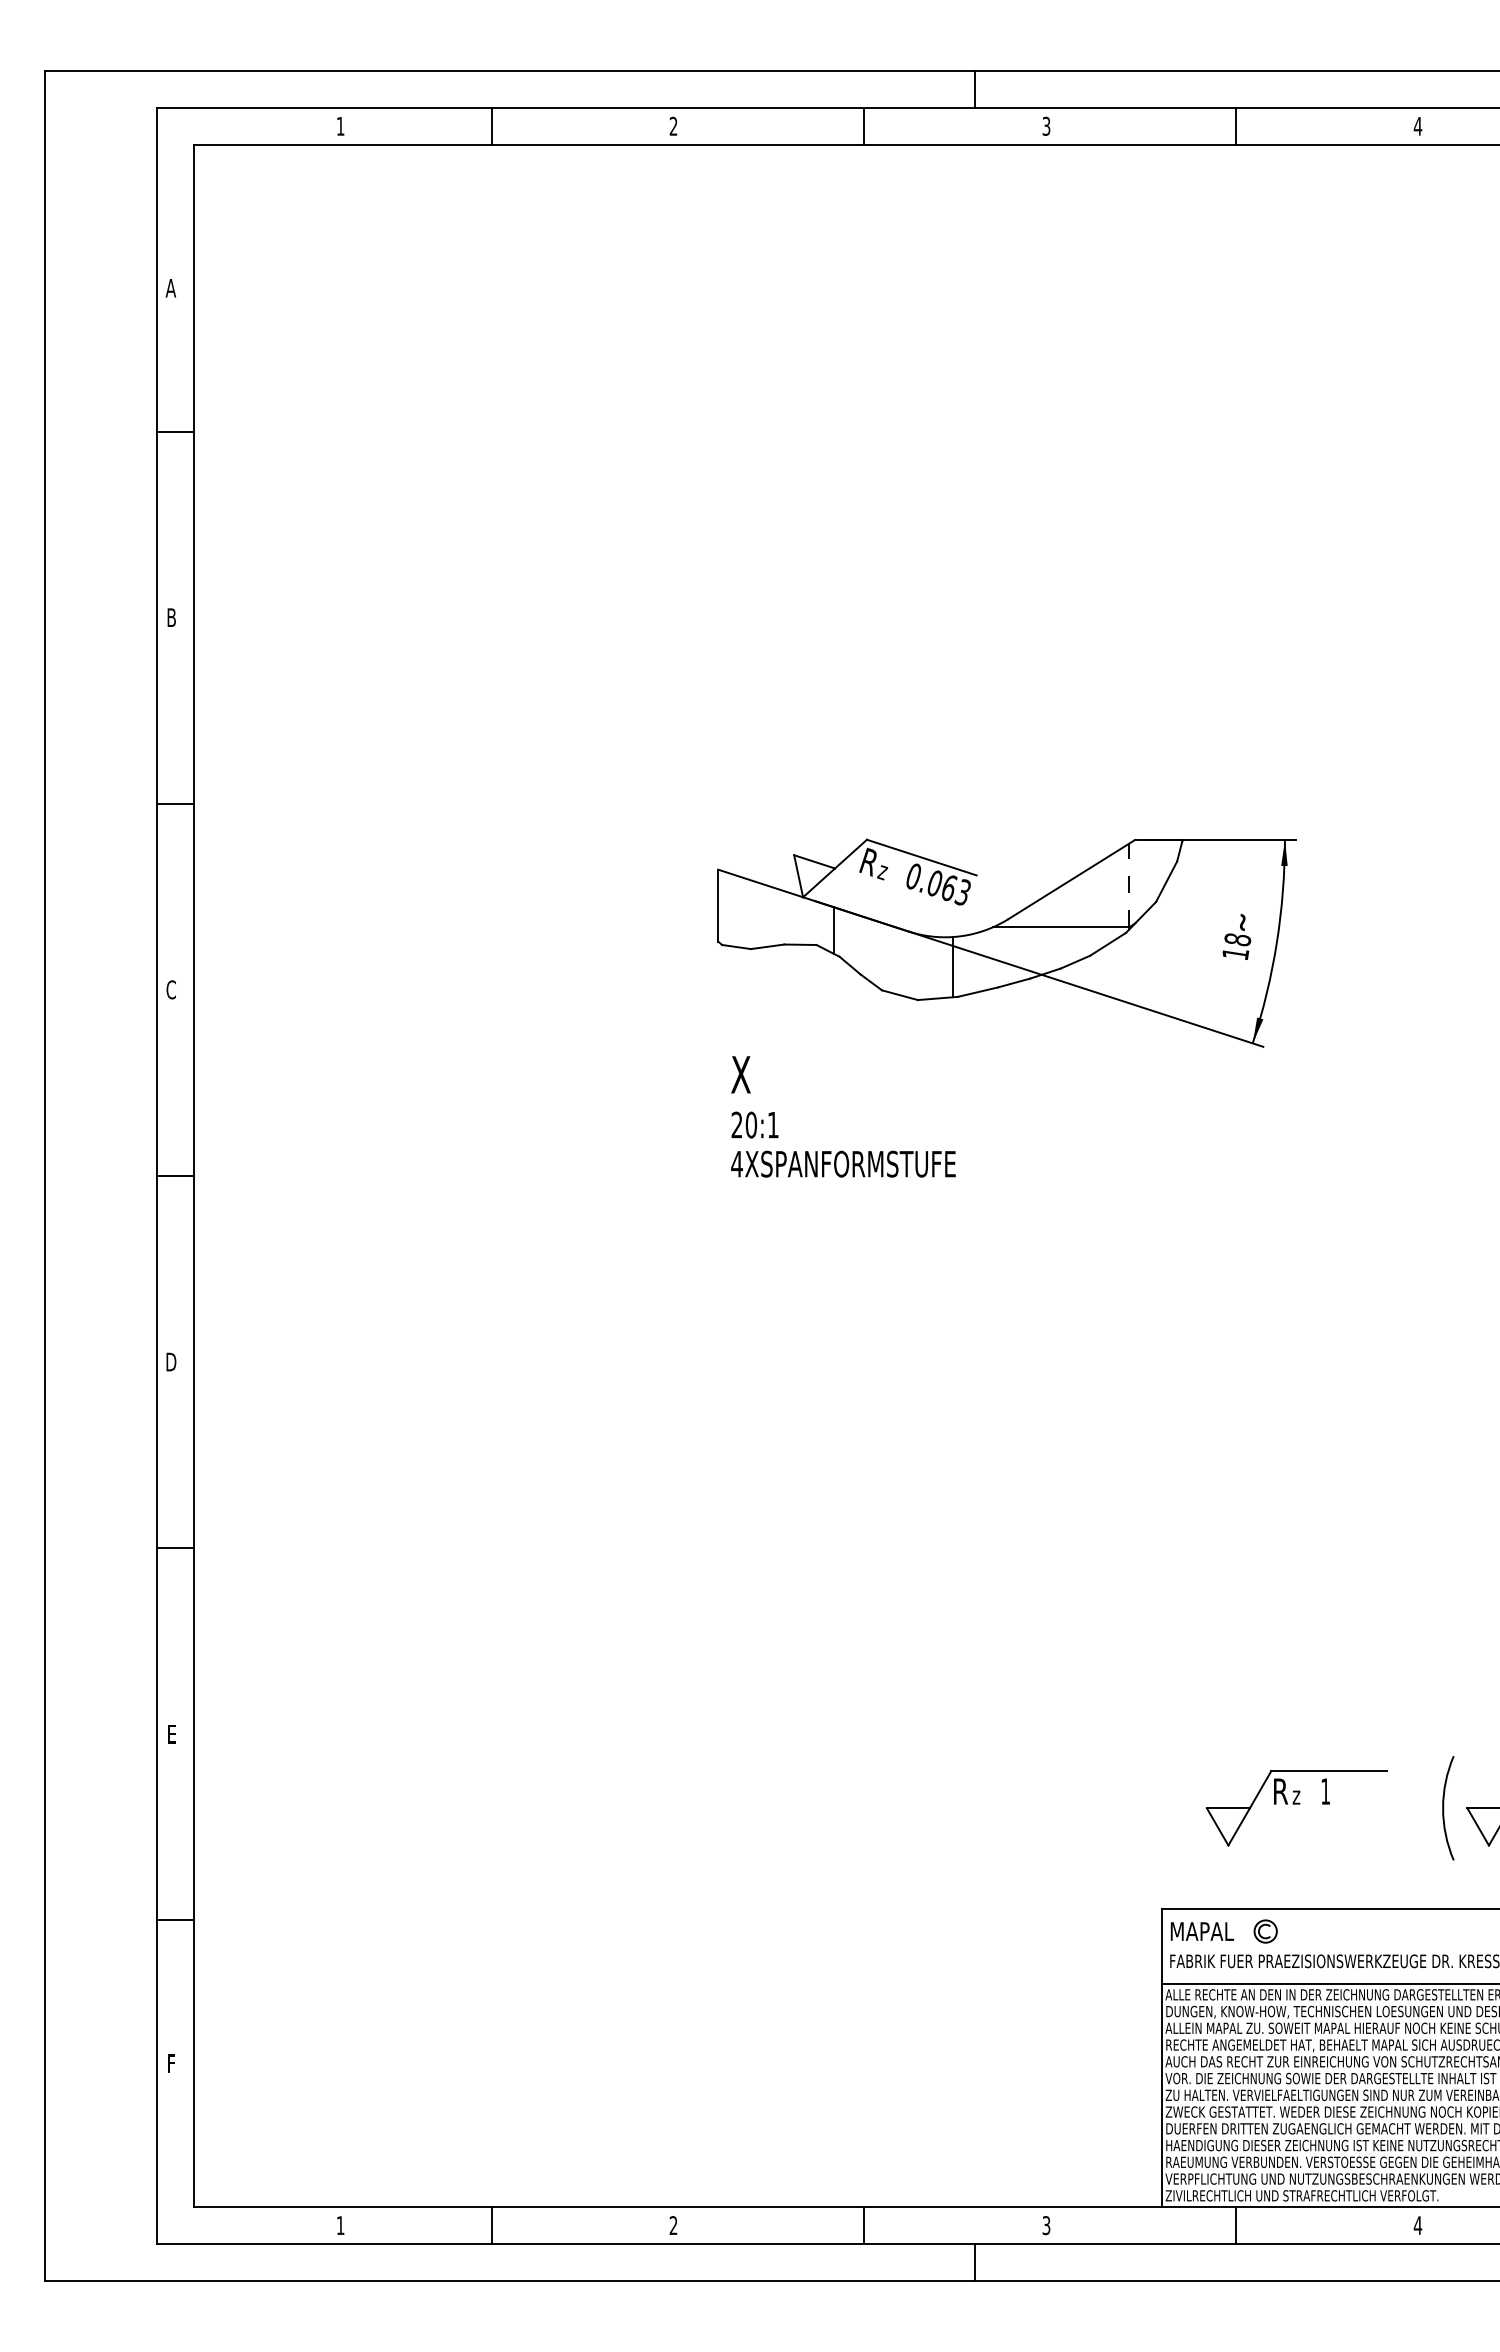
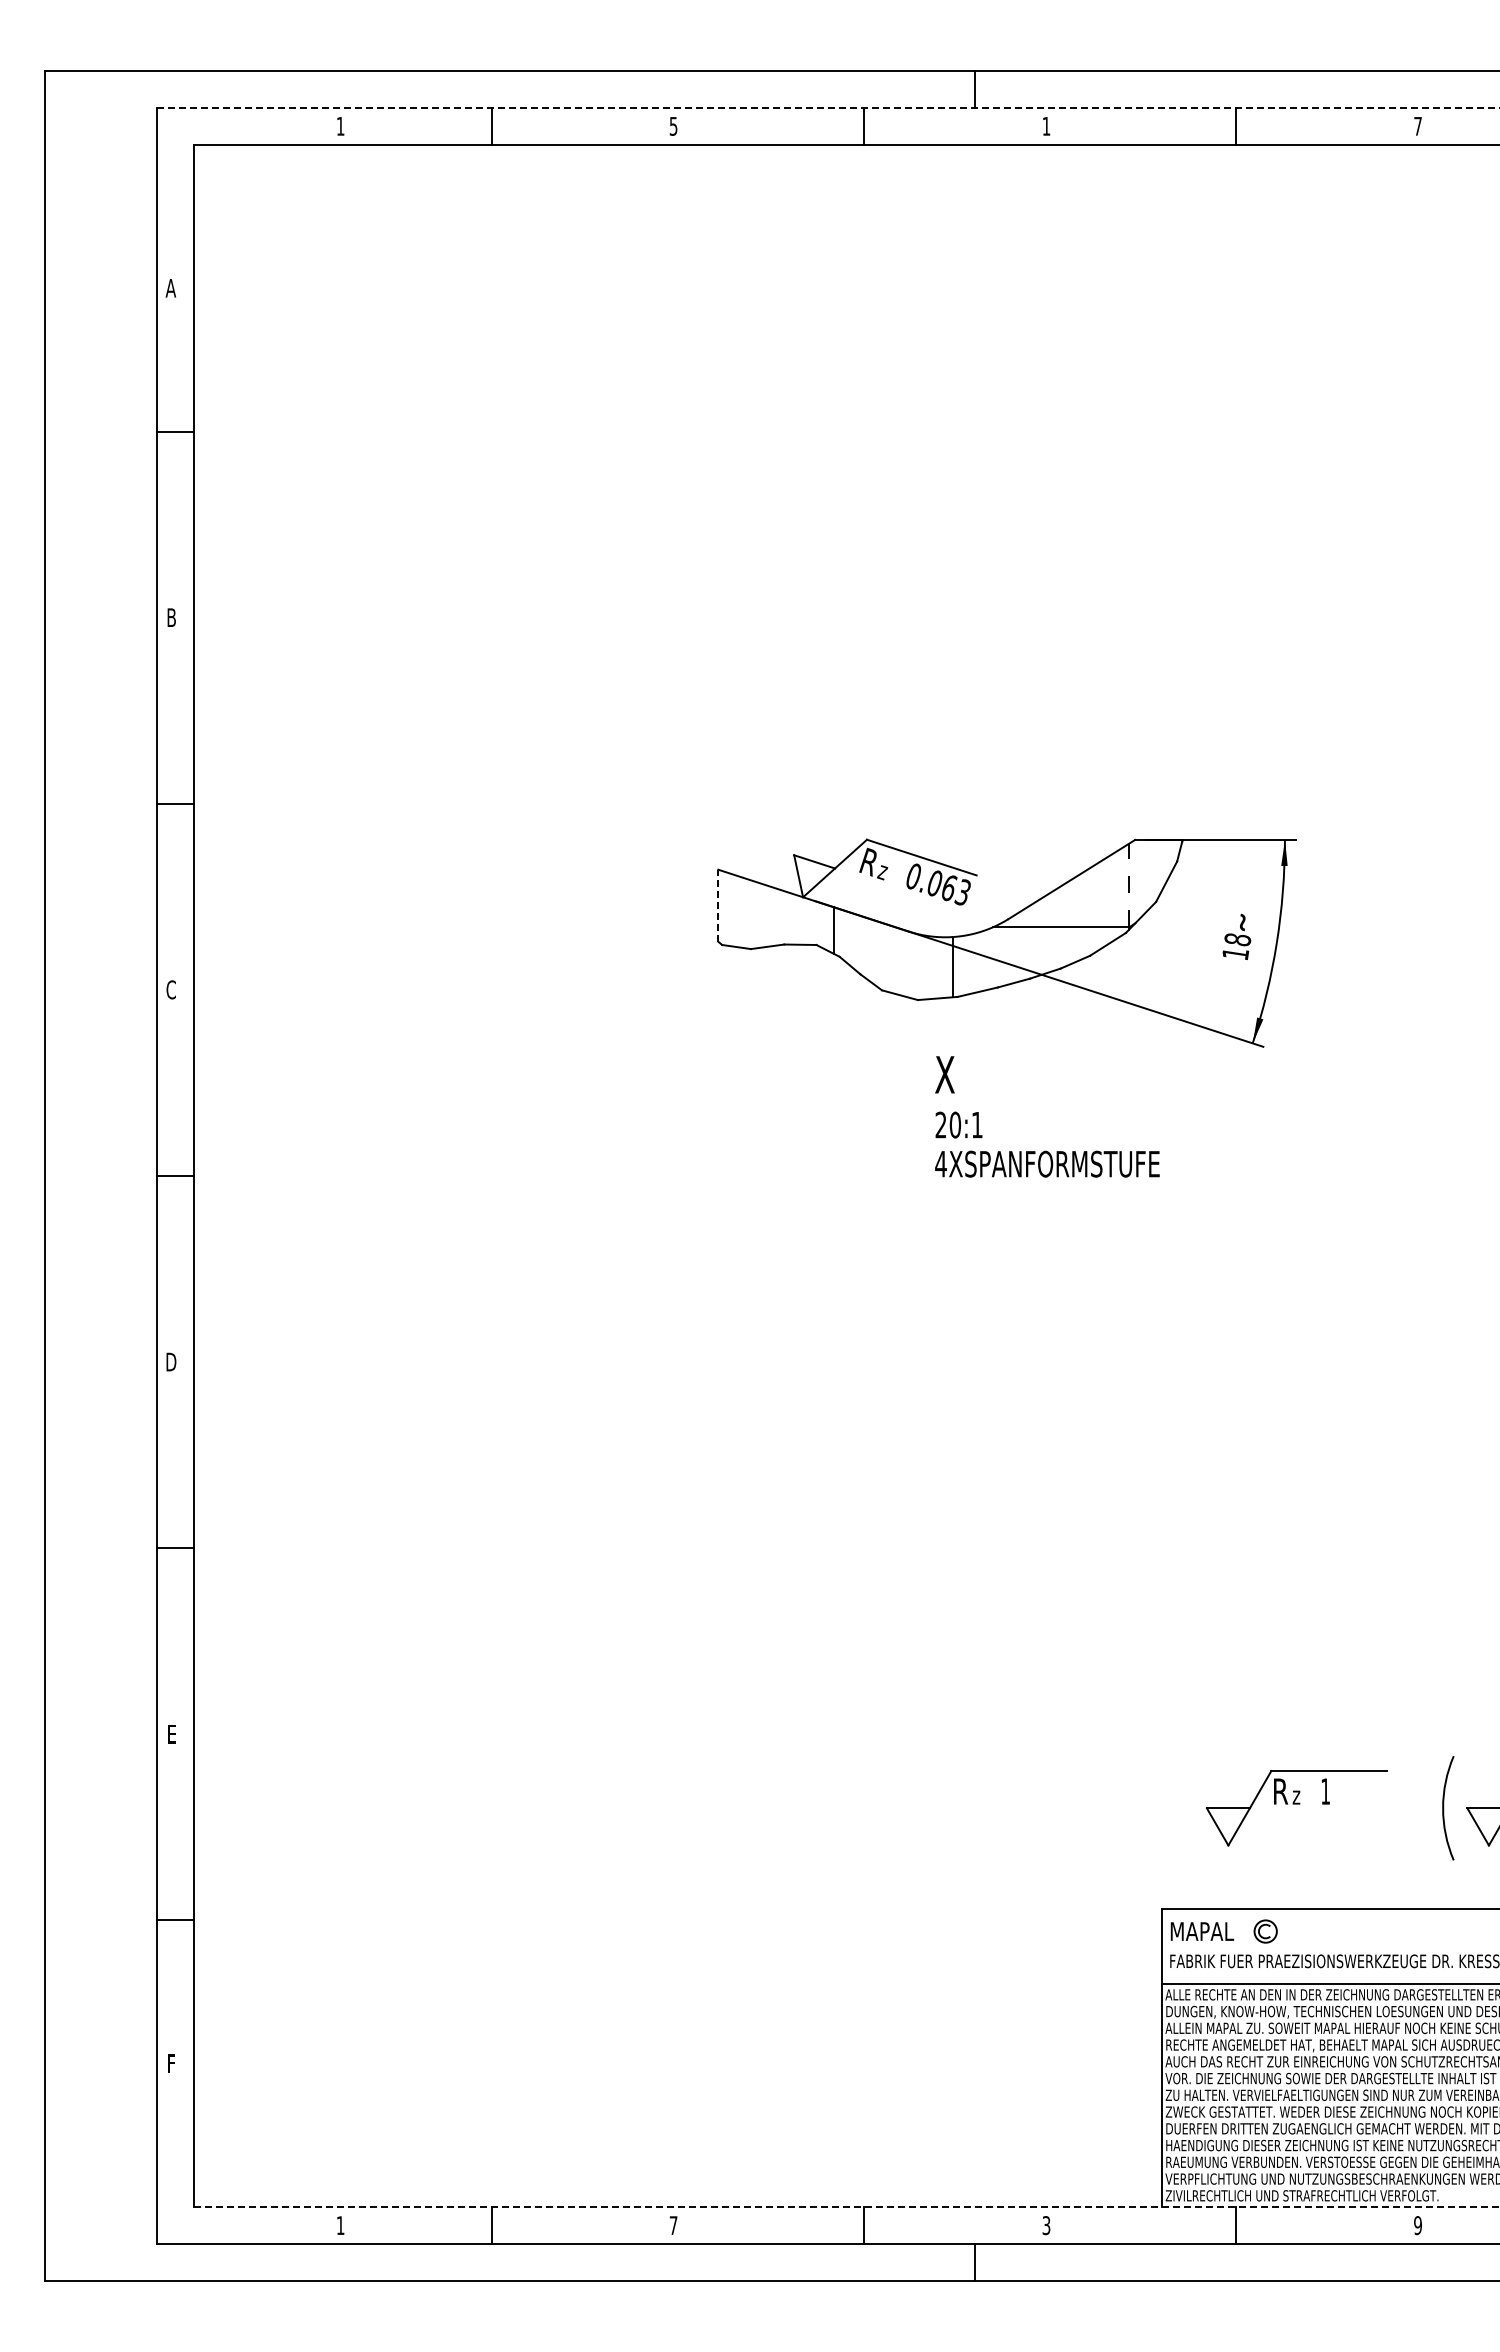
line at (828, 107): solid -> dashed
text at (673, 125): 2 -> 5
text at (1046, 125): 3 -> 1
text at (1417, 126): 4 -> 7
line at (718, 905): solid -> dashed
text at (843, 1116) position: (843, 1116) -> (1047, 1116)
line at (846, 2206): solid -> dashed
text at (673, 2225): 2 -> 7
text at (1417, 2225): 4 -> 9
